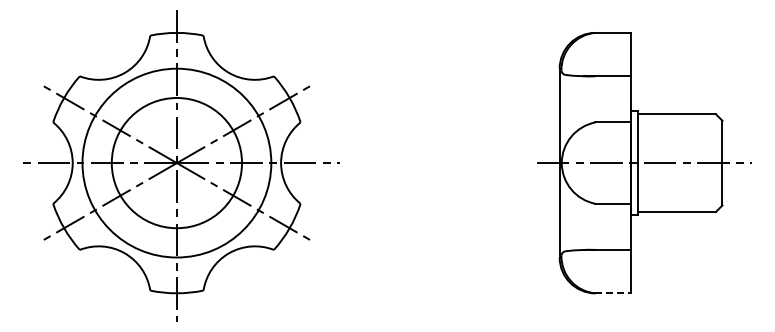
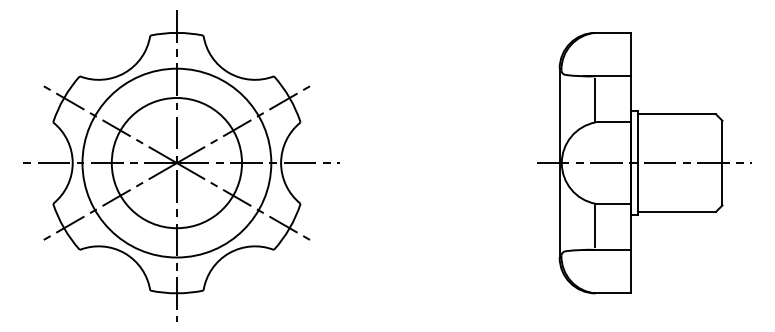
line at (595, 99): none -> present
line at (595, 226): none -> present
line at (613, 293): dashed -> solid
